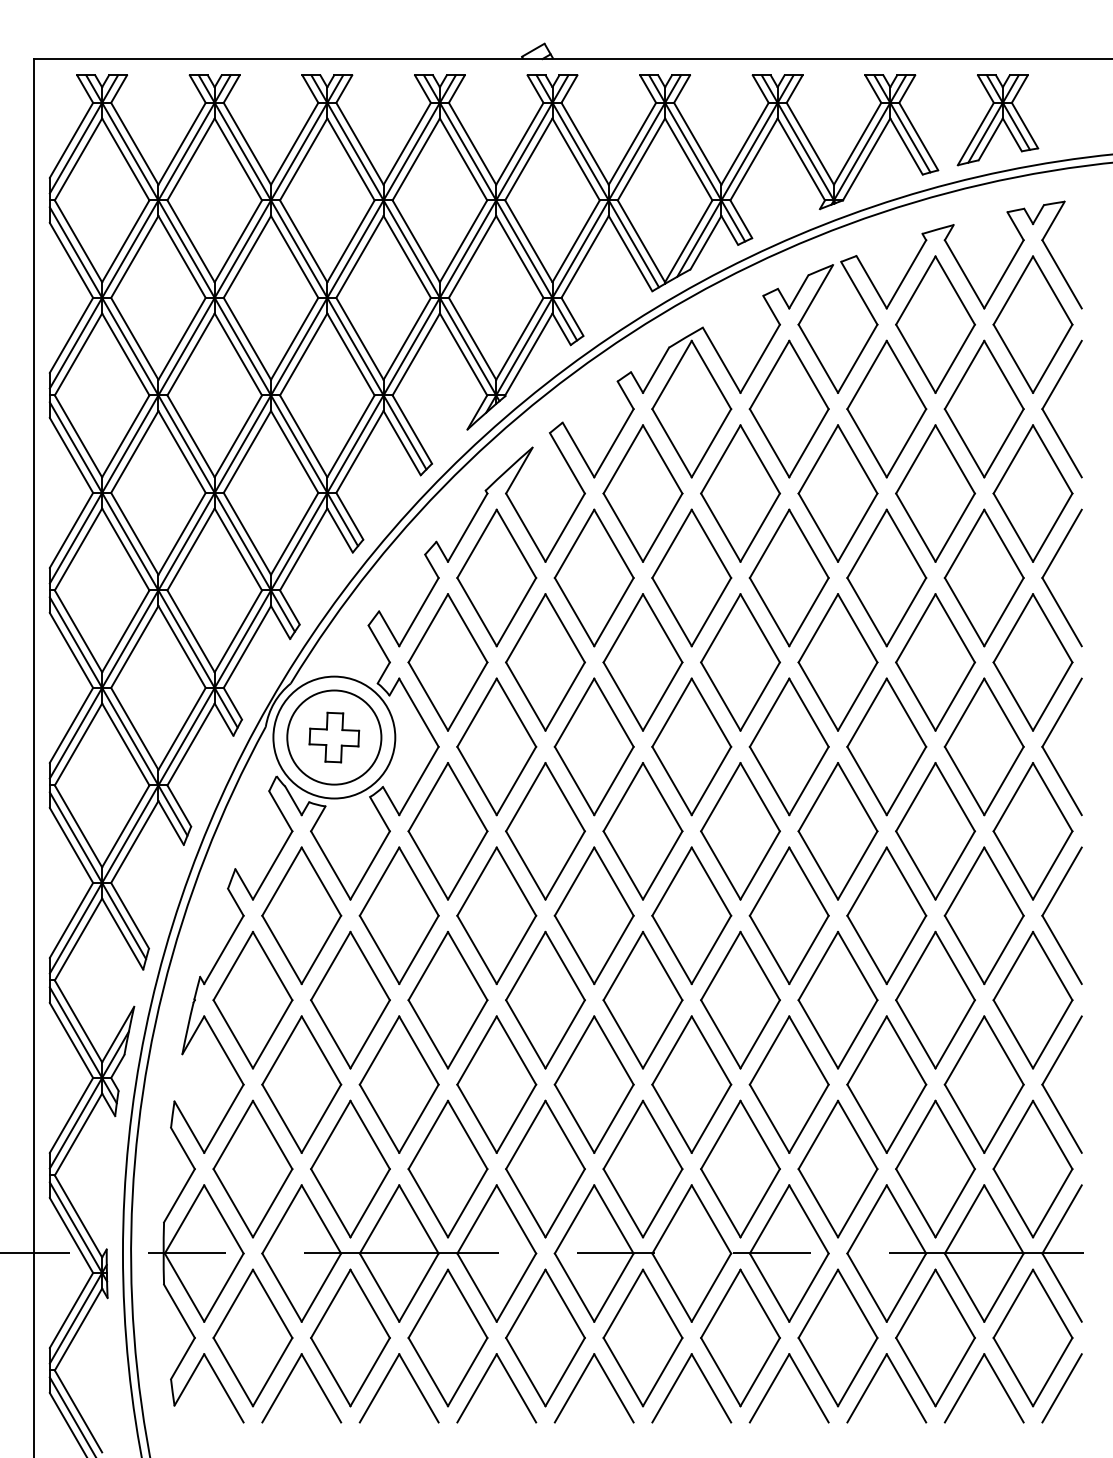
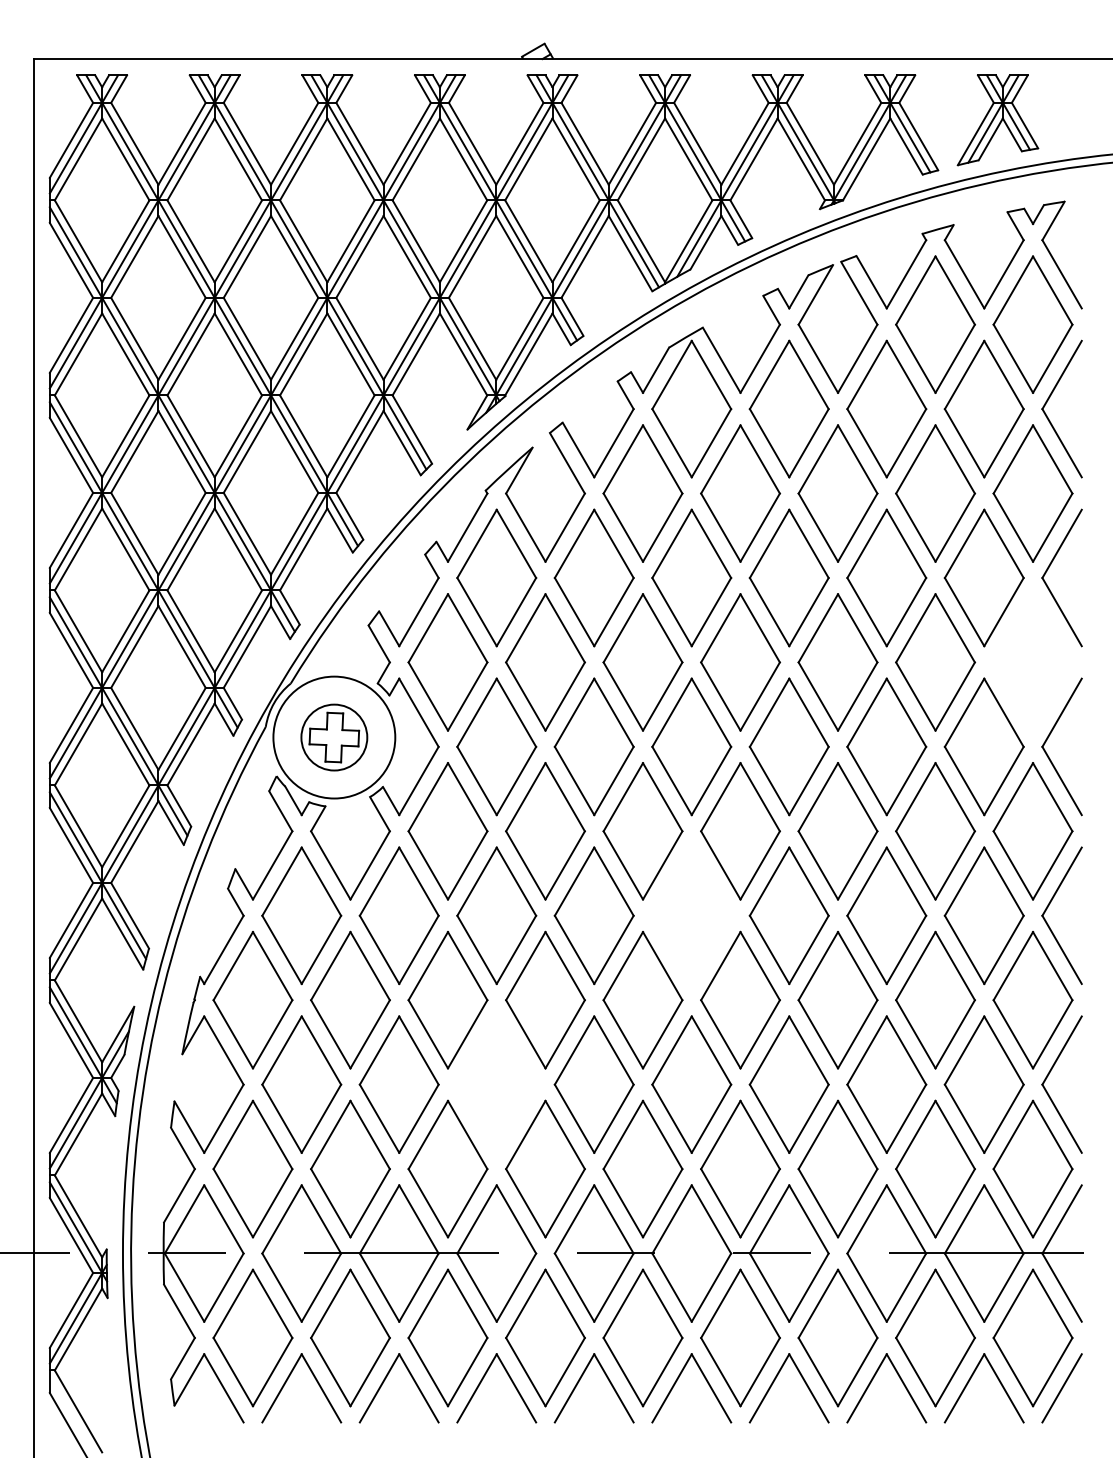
part at (1032, 662): present -> none
circle at (334, 737) diameter: 94 px -> 66 px
part at (691, 915): present -> none
part at (496, 1084): present -> none
line at (71, 1415): present -> none
